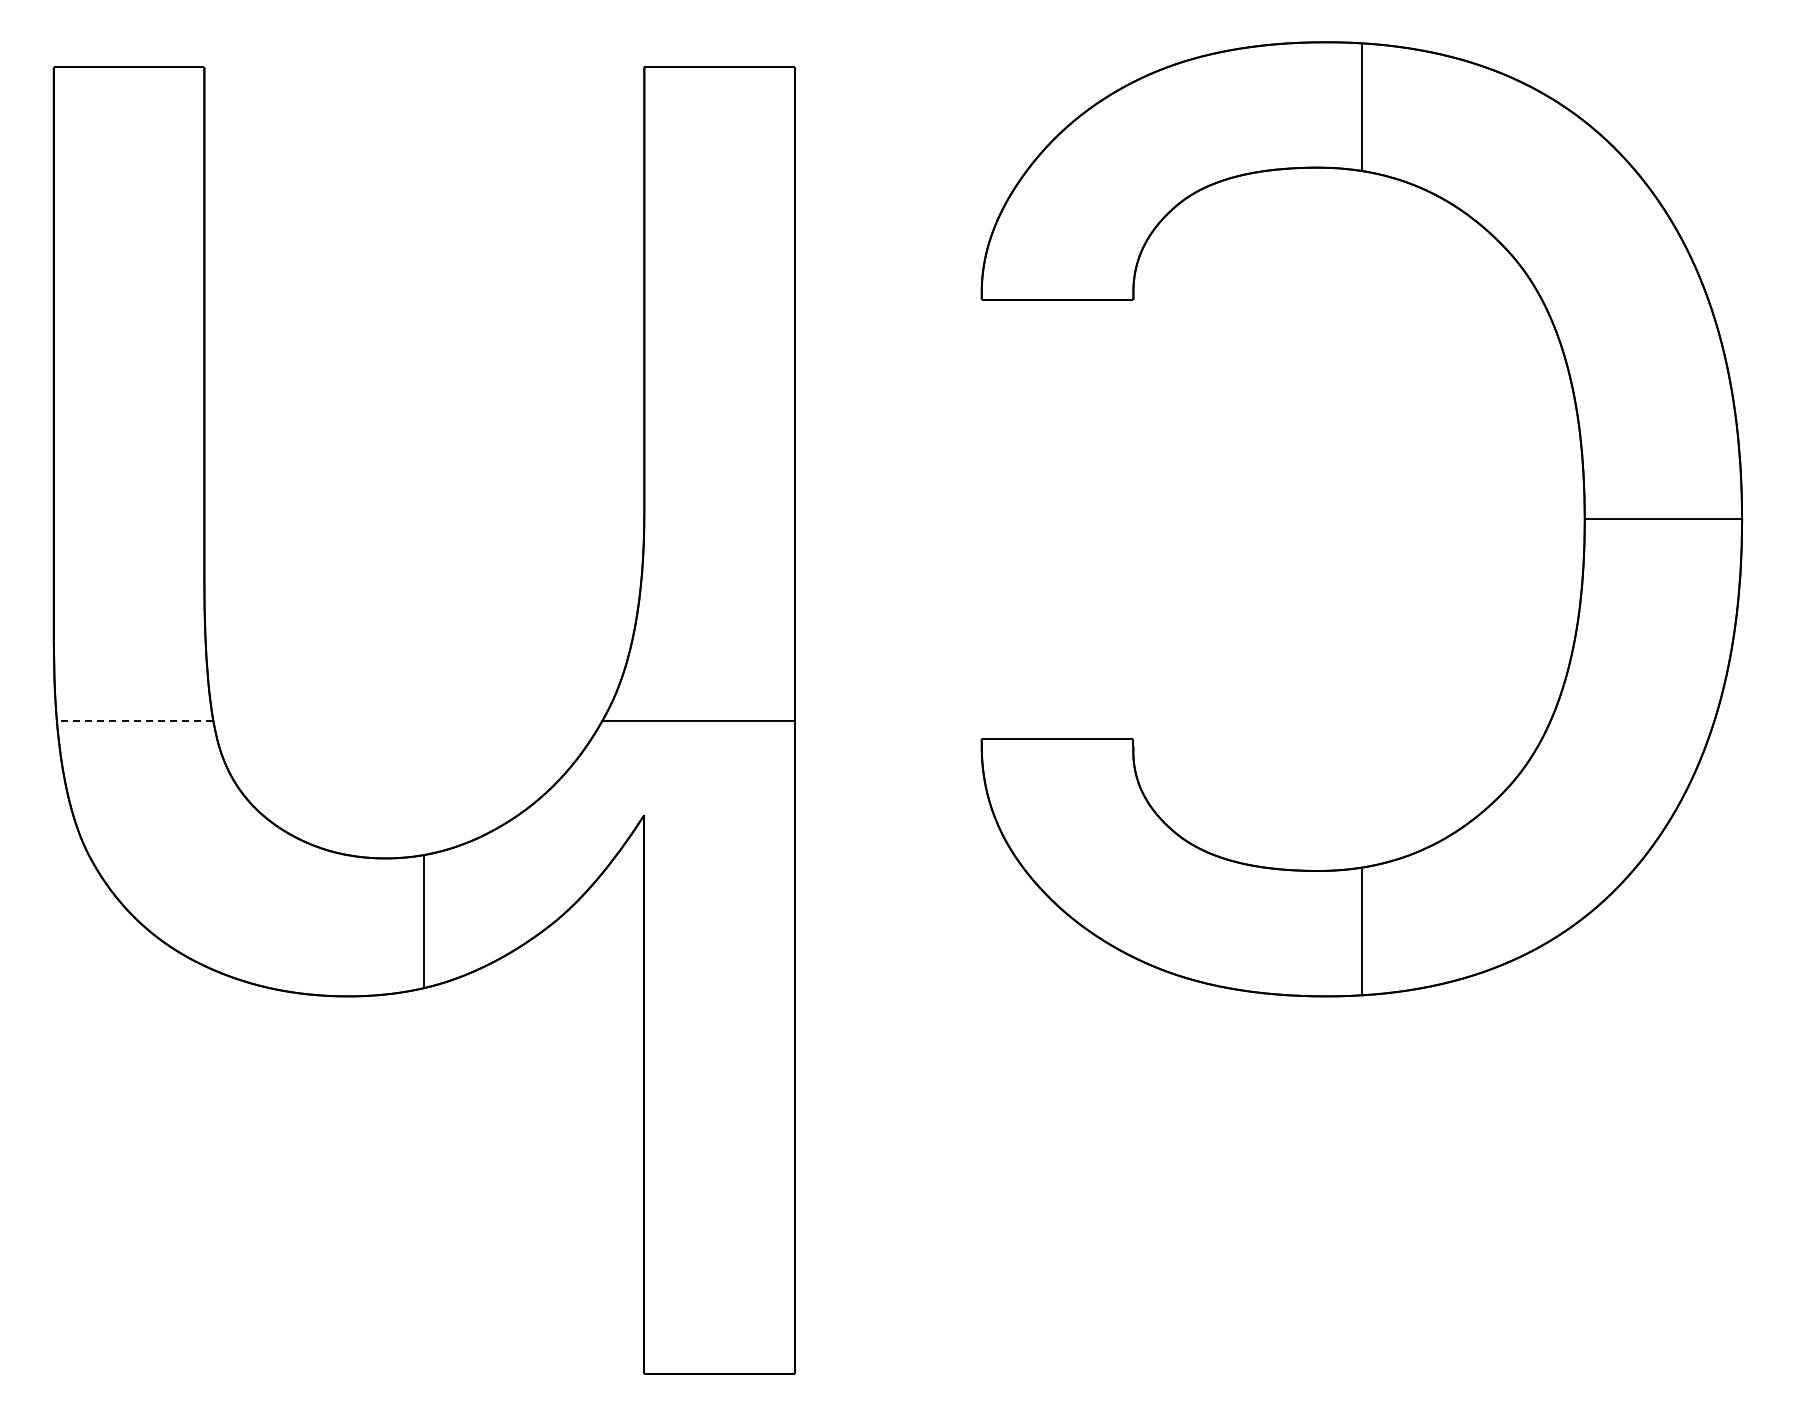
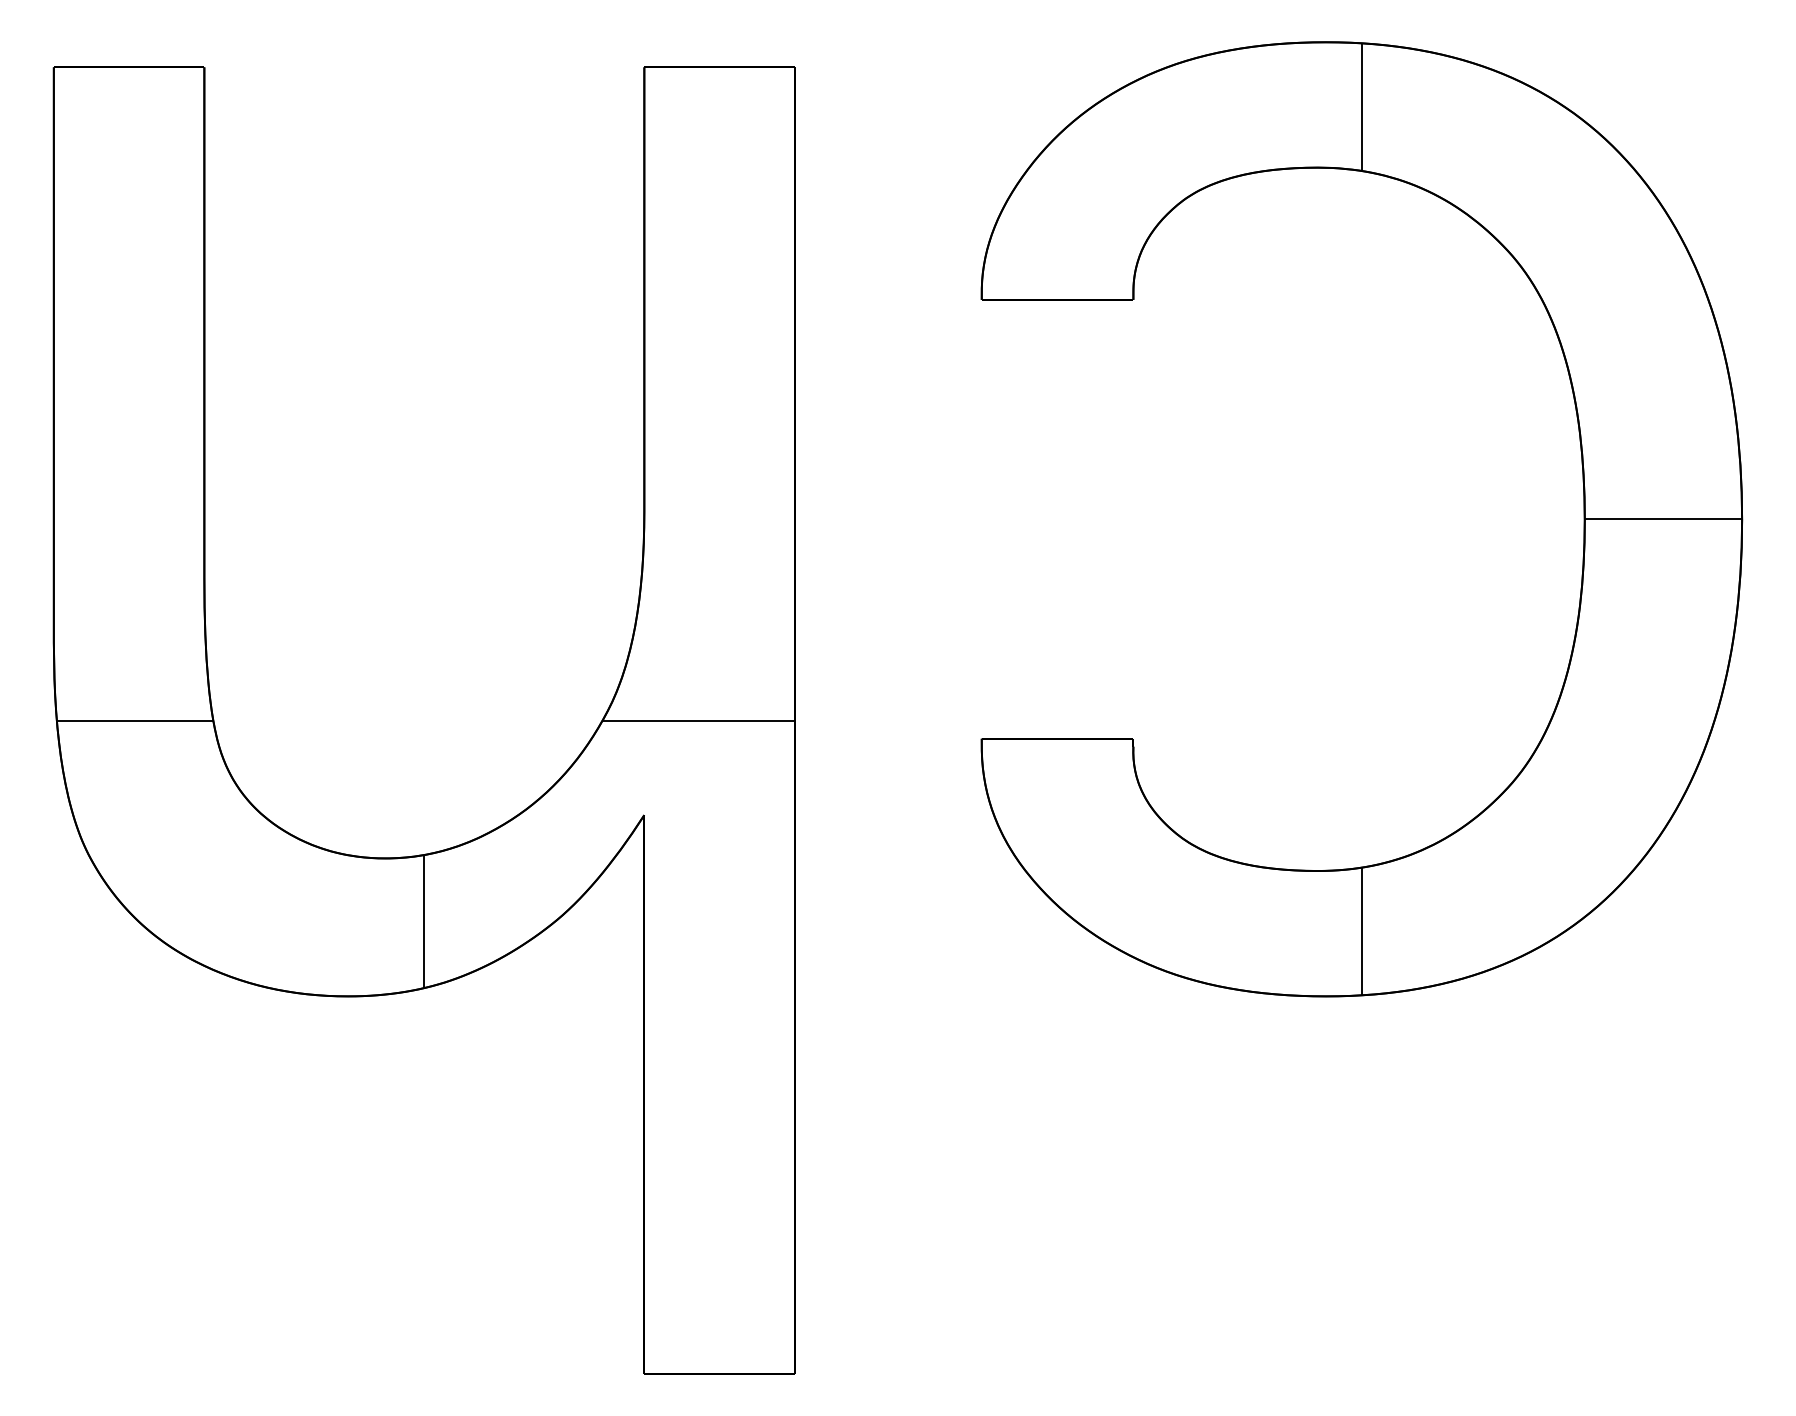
line at (134, 720): dashed -> solid
